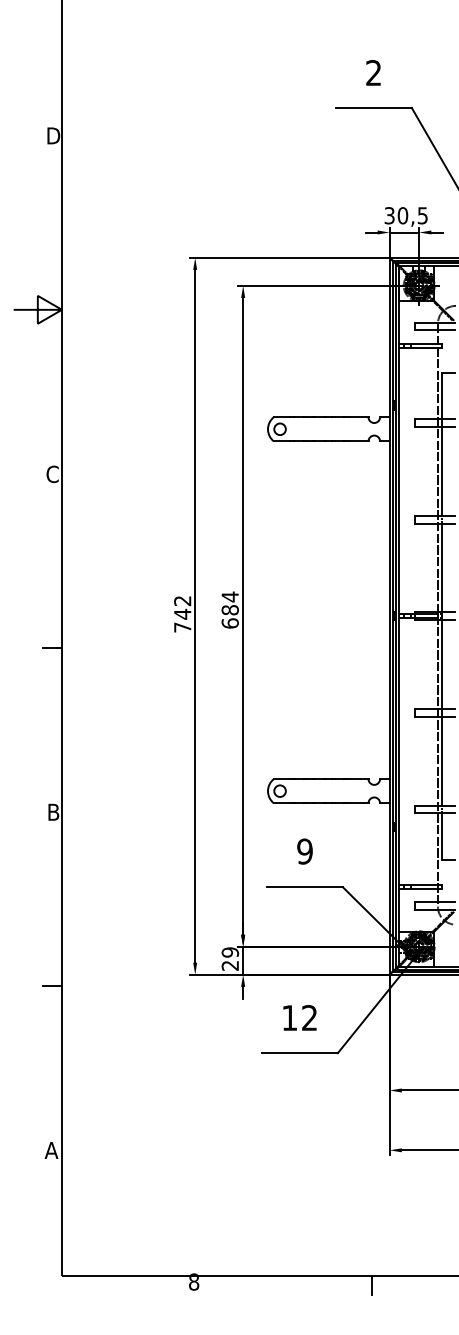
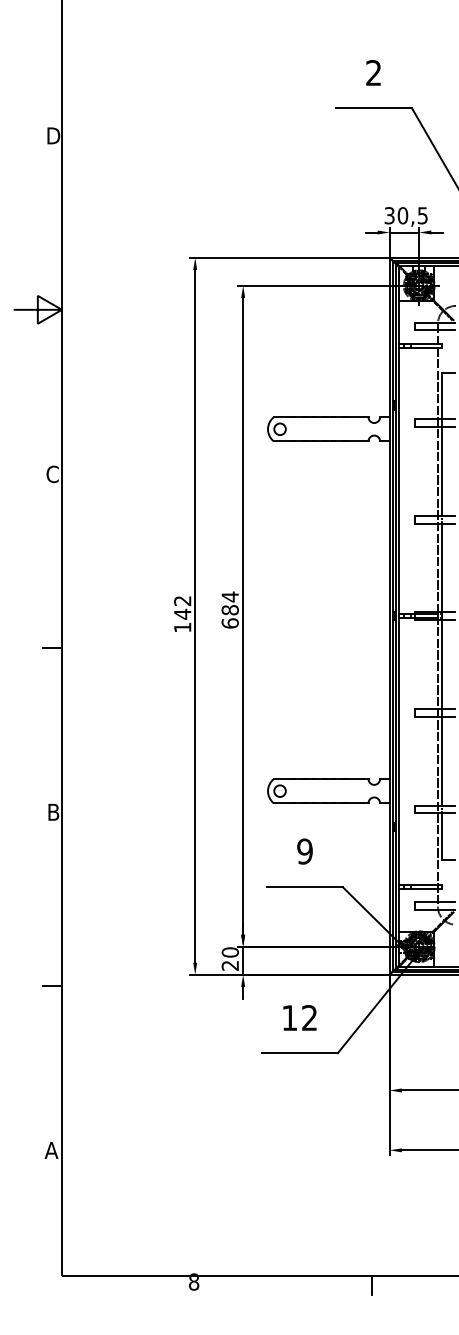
text at (182, 627): 742 -> 142
text at (230, 952): 29 -> 20
